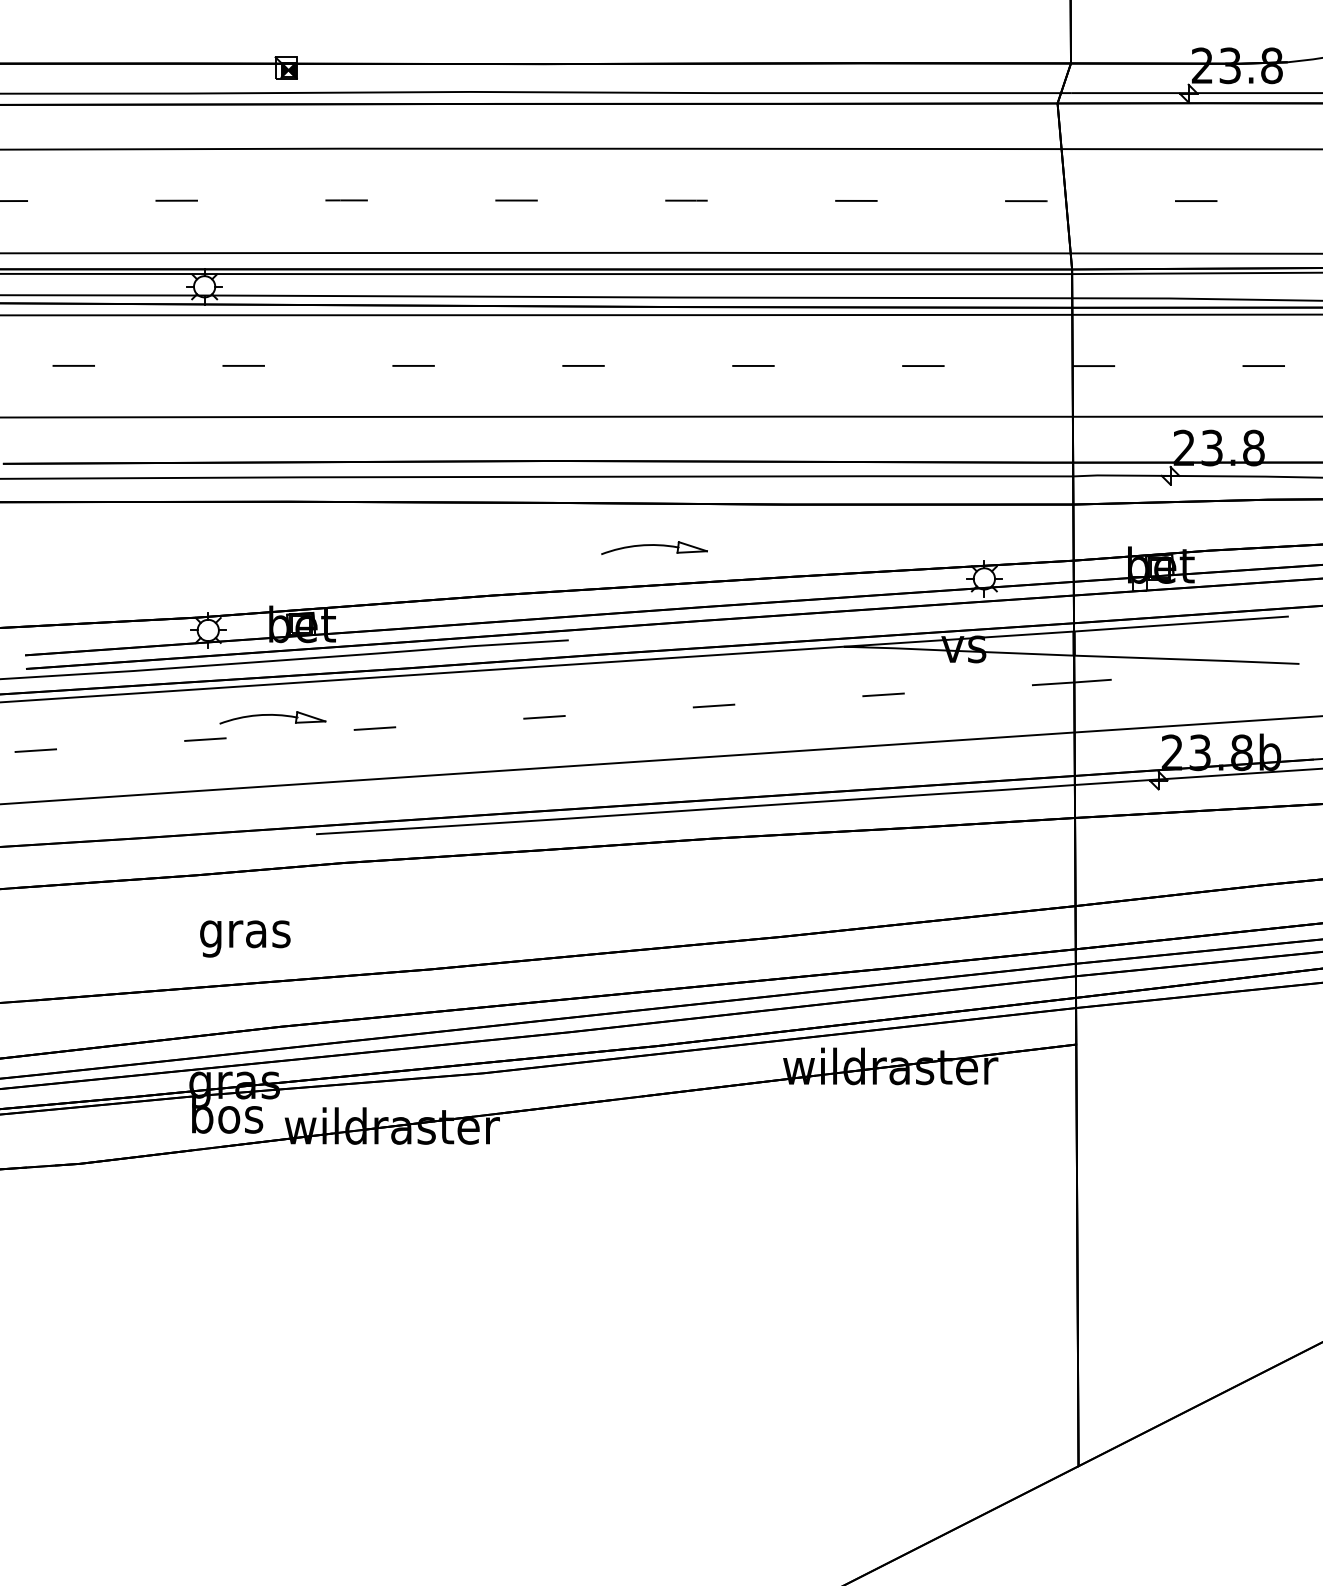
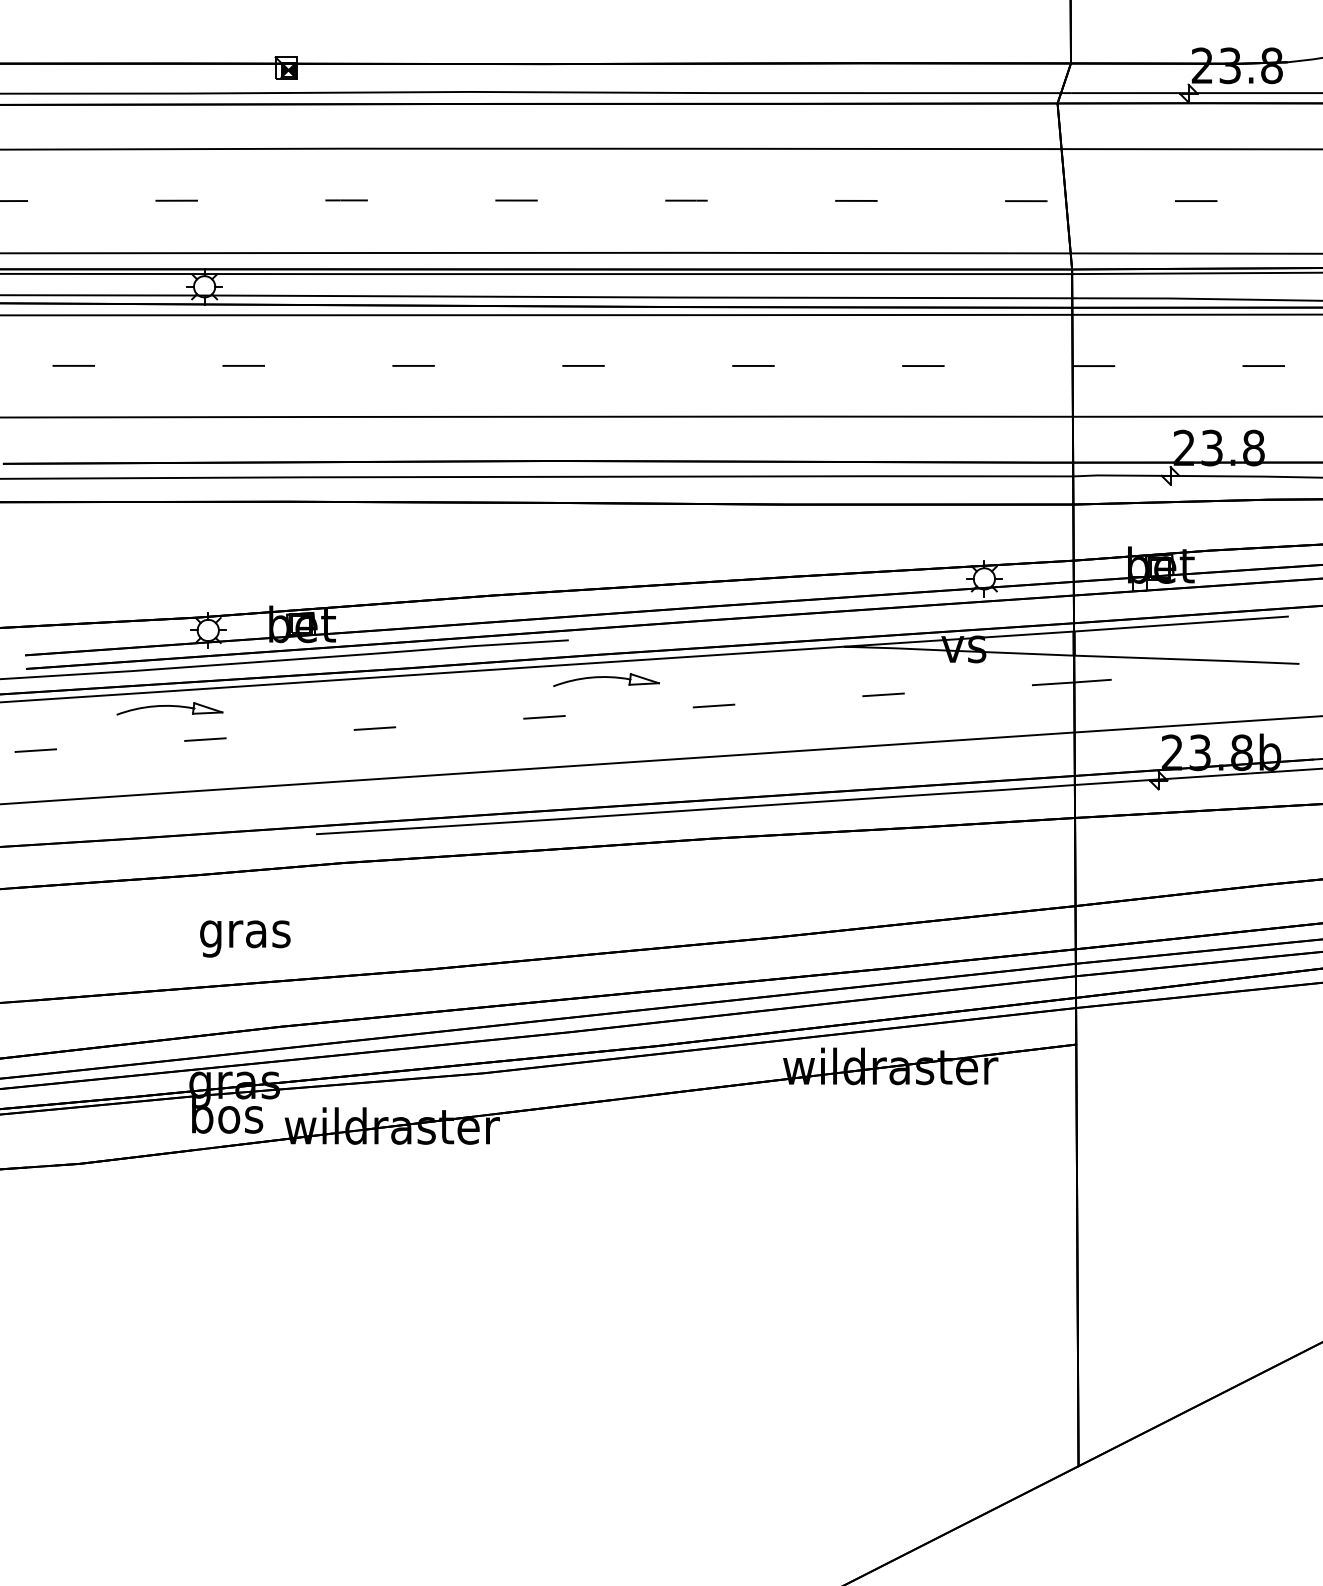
part at (654, 547) position: (654, 547) -> (606, 679)
part at (272, 717) position: (272, 717) -> (169, 708)
